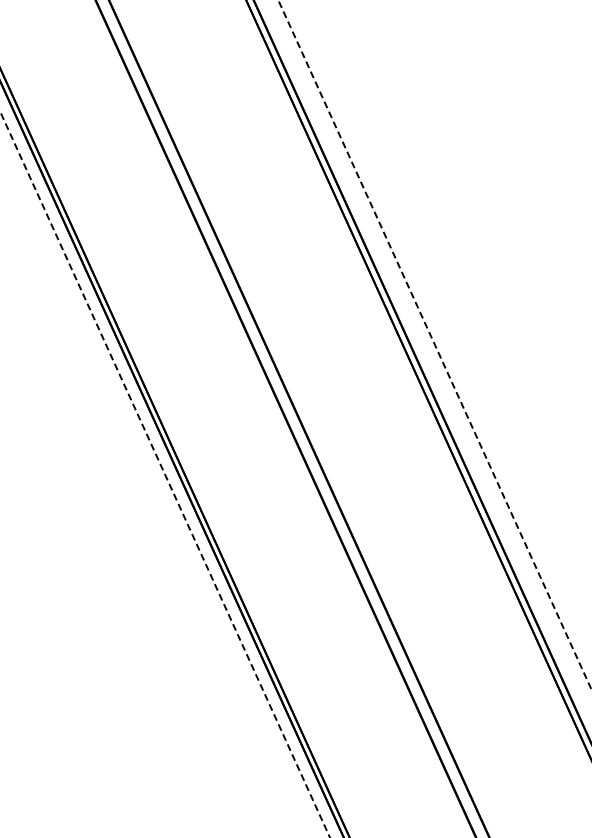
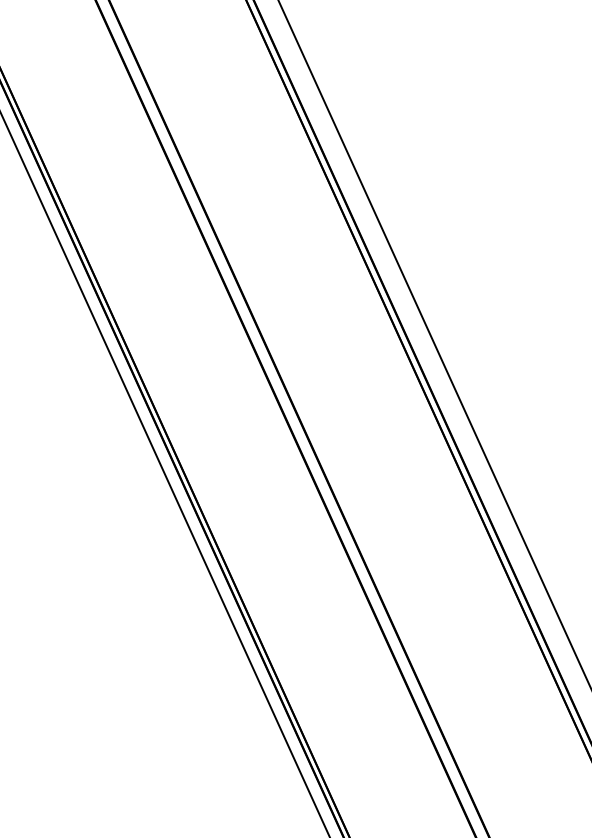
line at (434, 344): dashed -> solid
line at (165, 475): dashed -> solid
